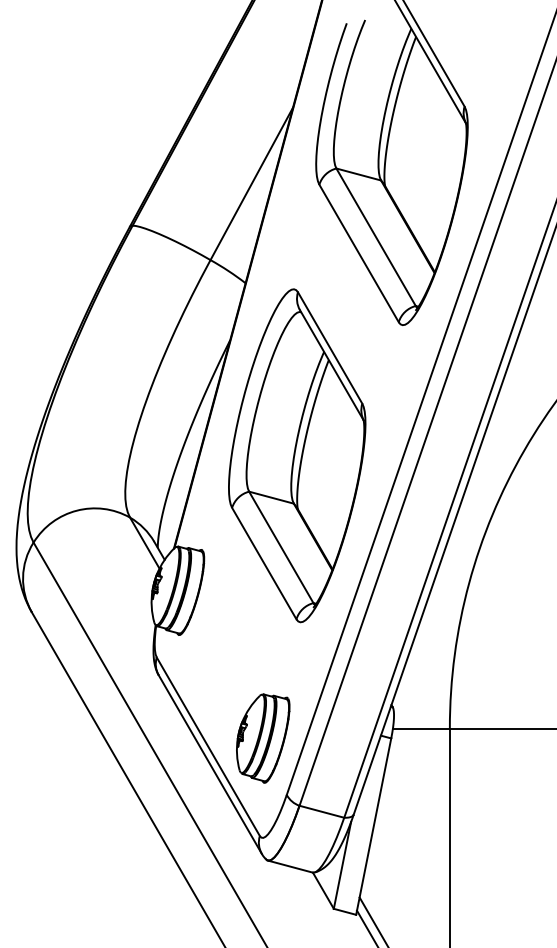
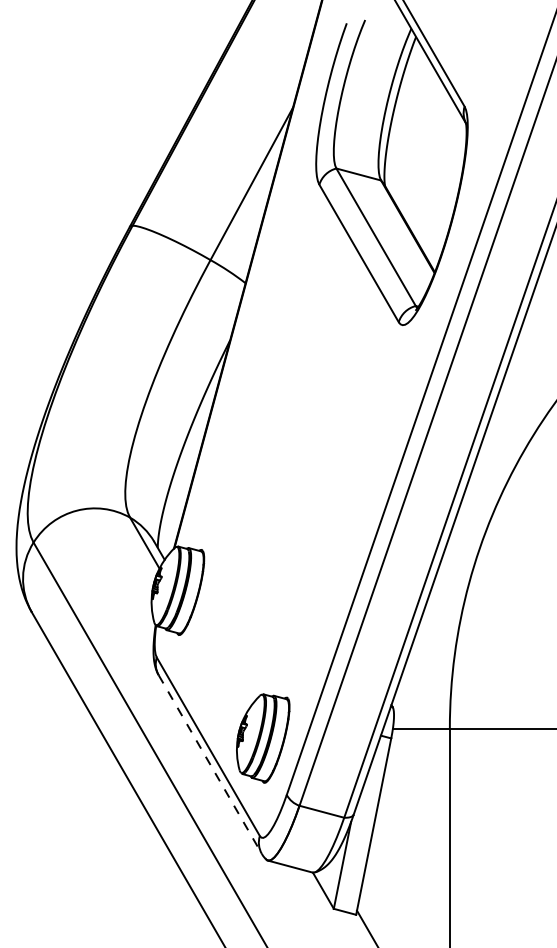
part at (297, 455): present -> none
line at (210, 764): solid -> dashed
line at (372, 920): present -> none
